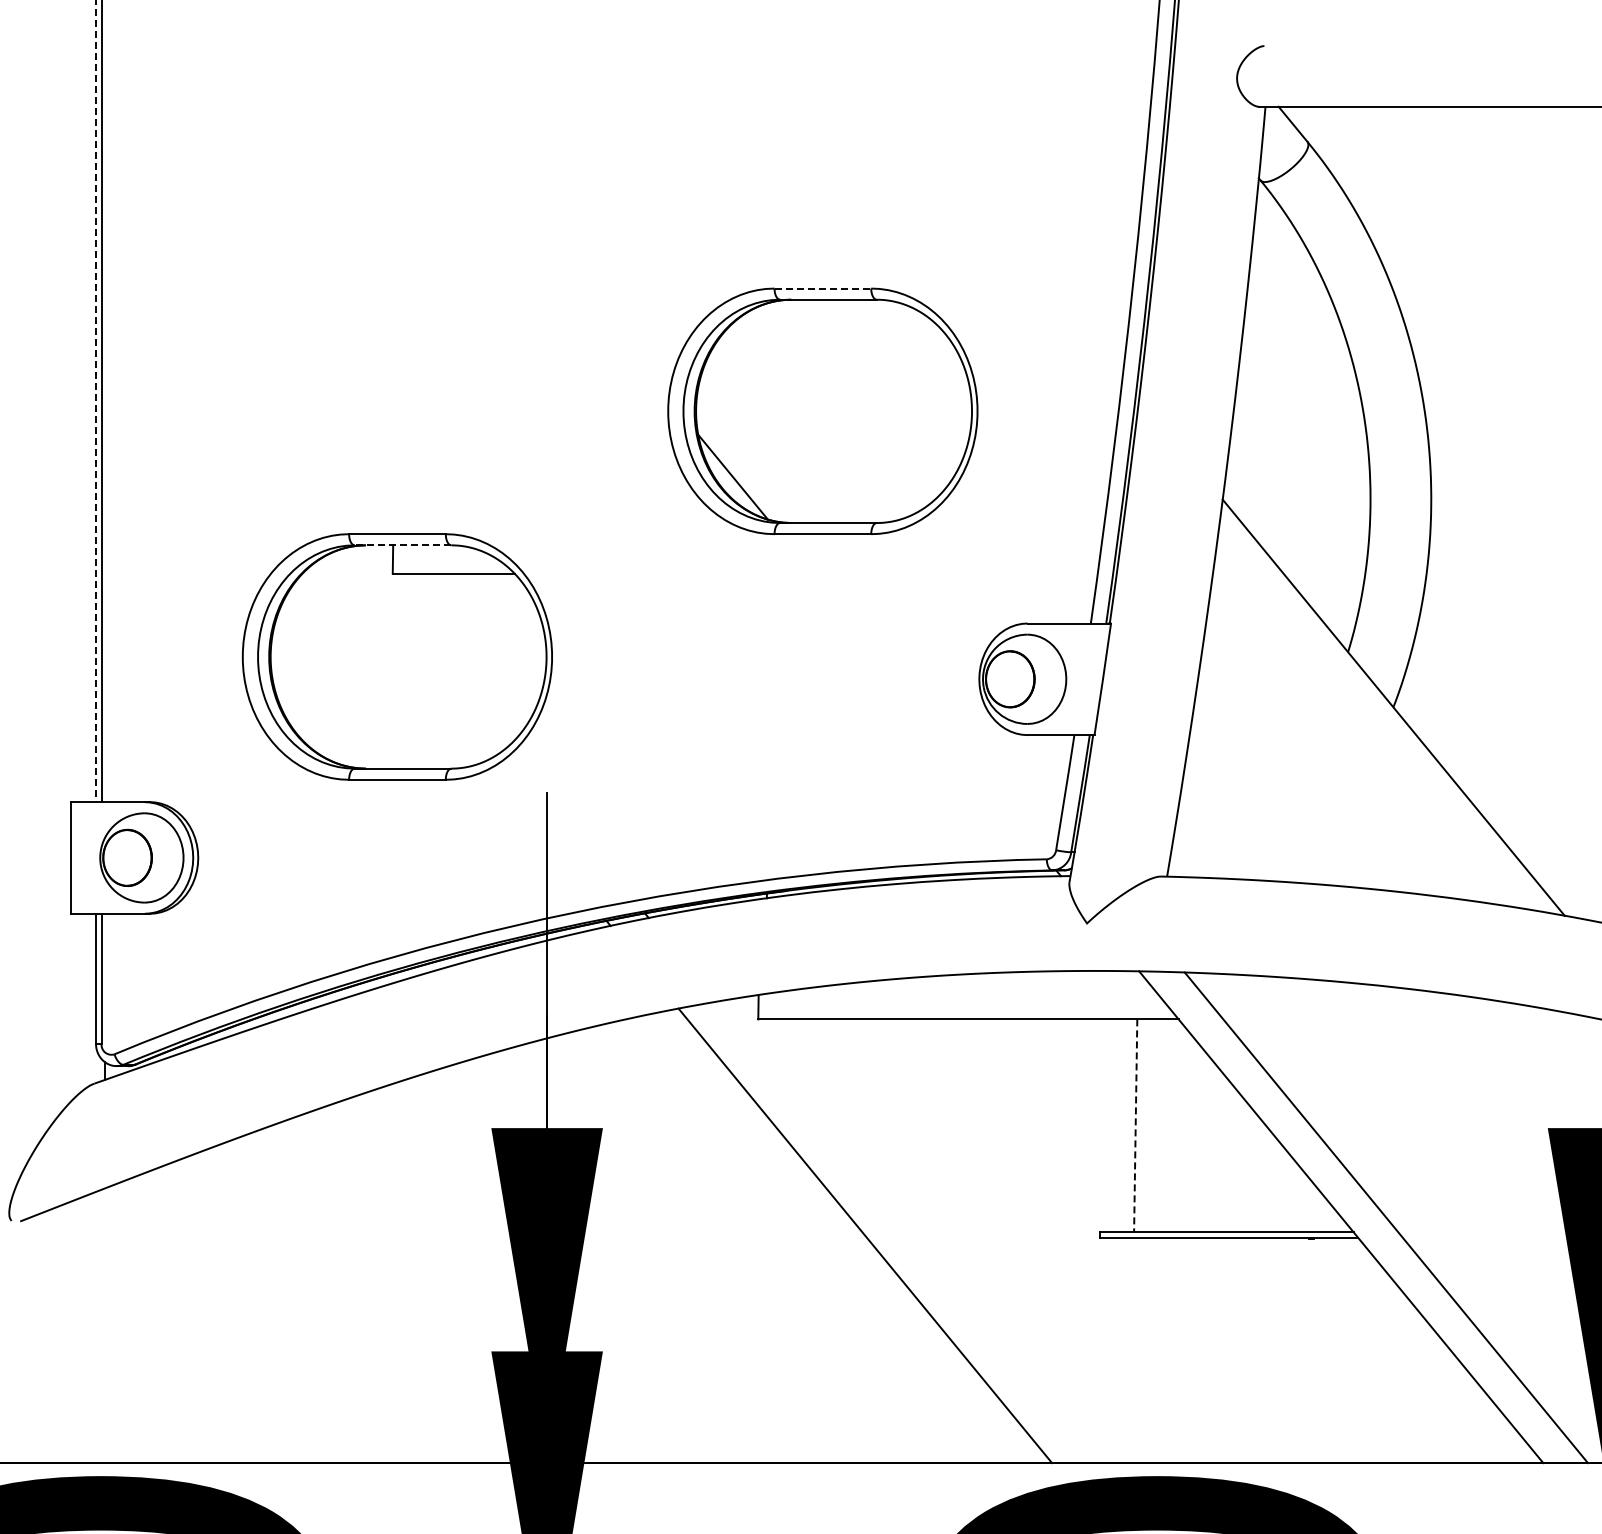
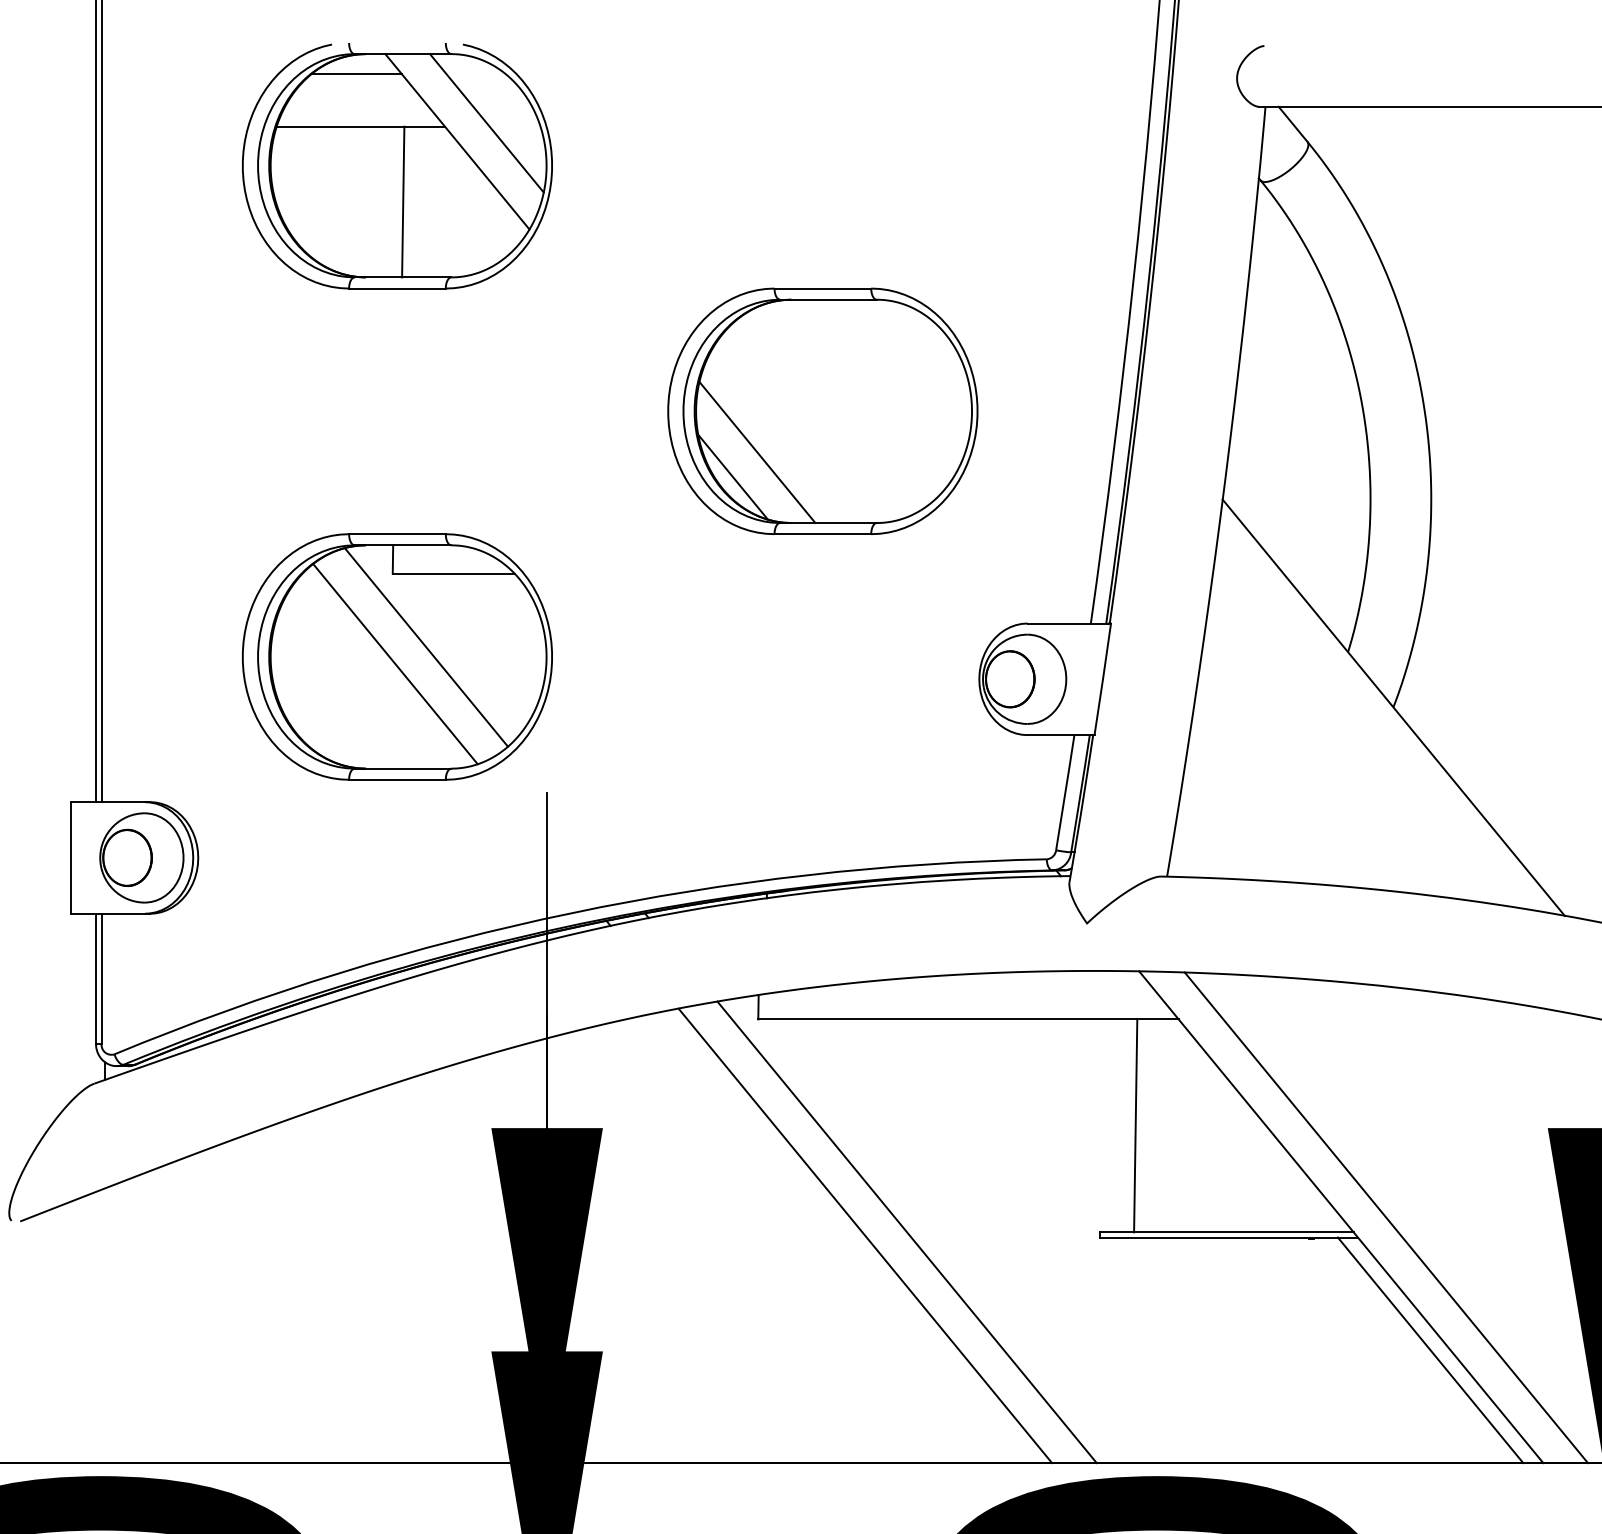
part at (397, 166): none -> present
line at (823, 288): dashed -> solid
line at (96, 401): dashed -> solid
line at (757, 452): none -> present
line at (402, 545): dashed -> solid
line at (425, 647): none -> present
line at (395, 664): none -> present
line at (1135, 1125): dashed -> solid
line at (906, 1232): none -> present
line at (1430, 1350): none -> present
